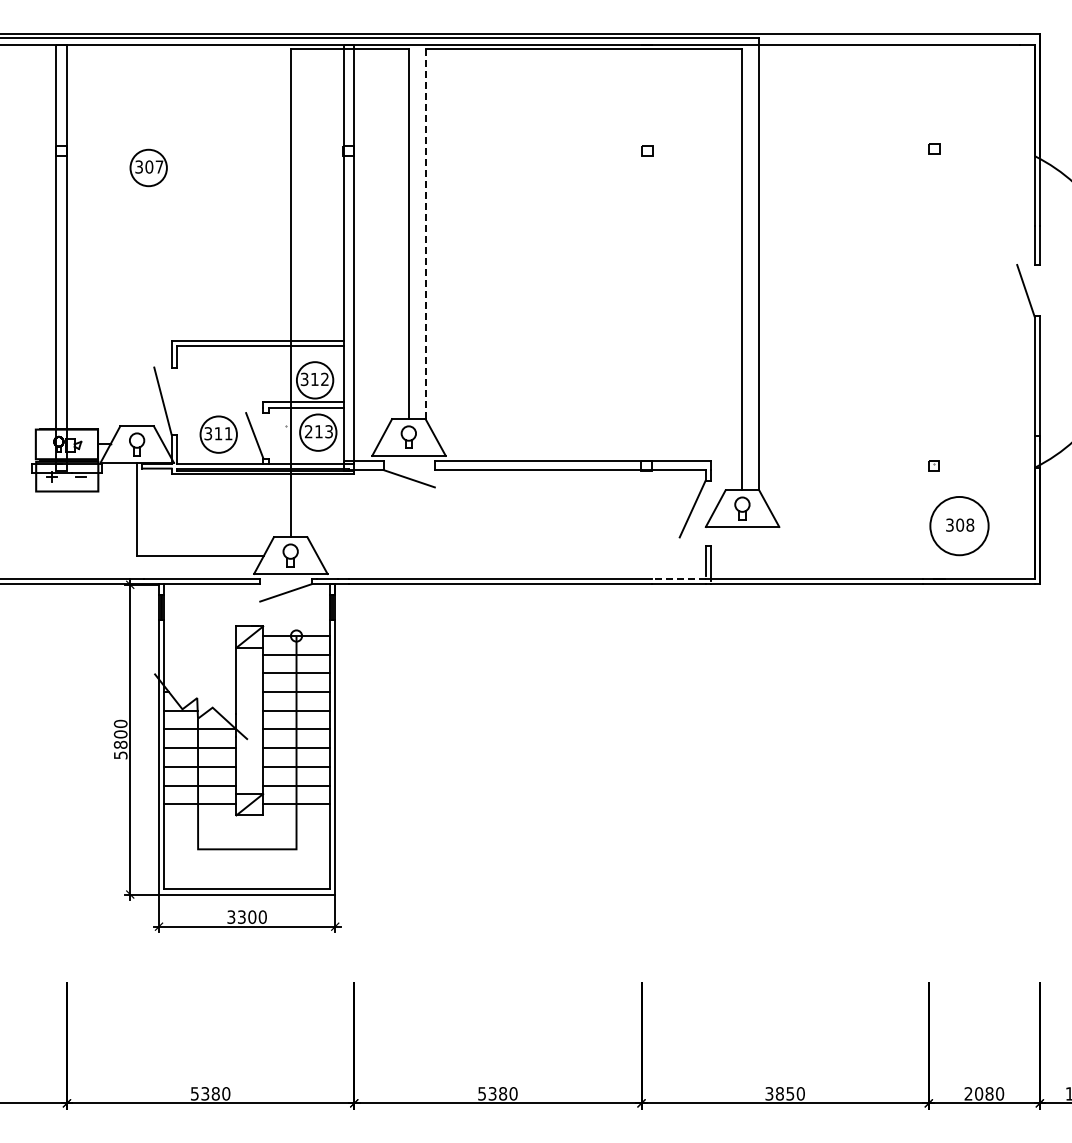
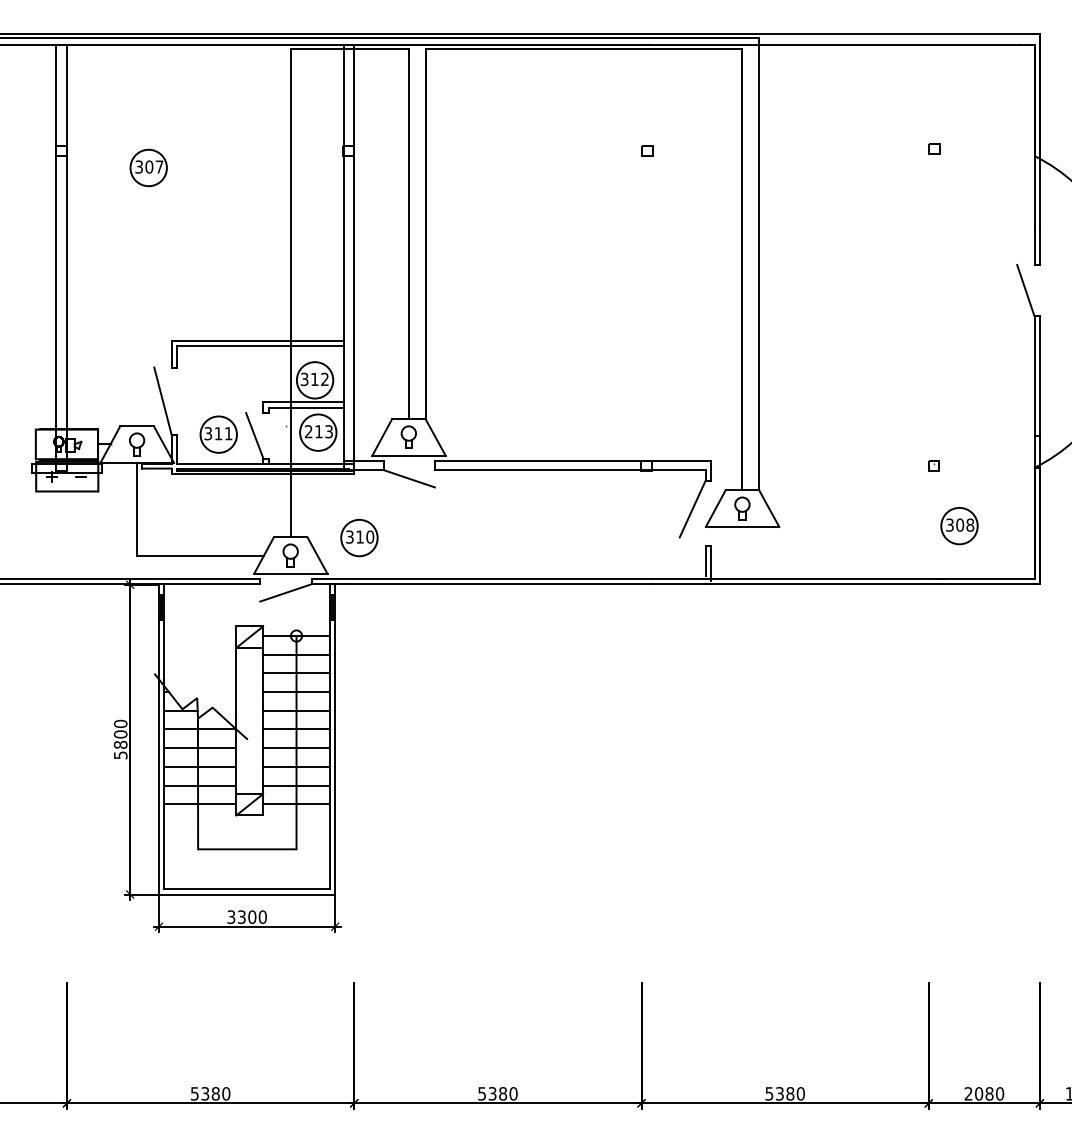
line at (425, 234): dashed -> solid
circle at (959, 525) diameter: 58 px -> 36 px
part at (359, 538): none -> present
line at (678, 578): dashed -> solid
text at (779, 1093): 3850 -> 5380
